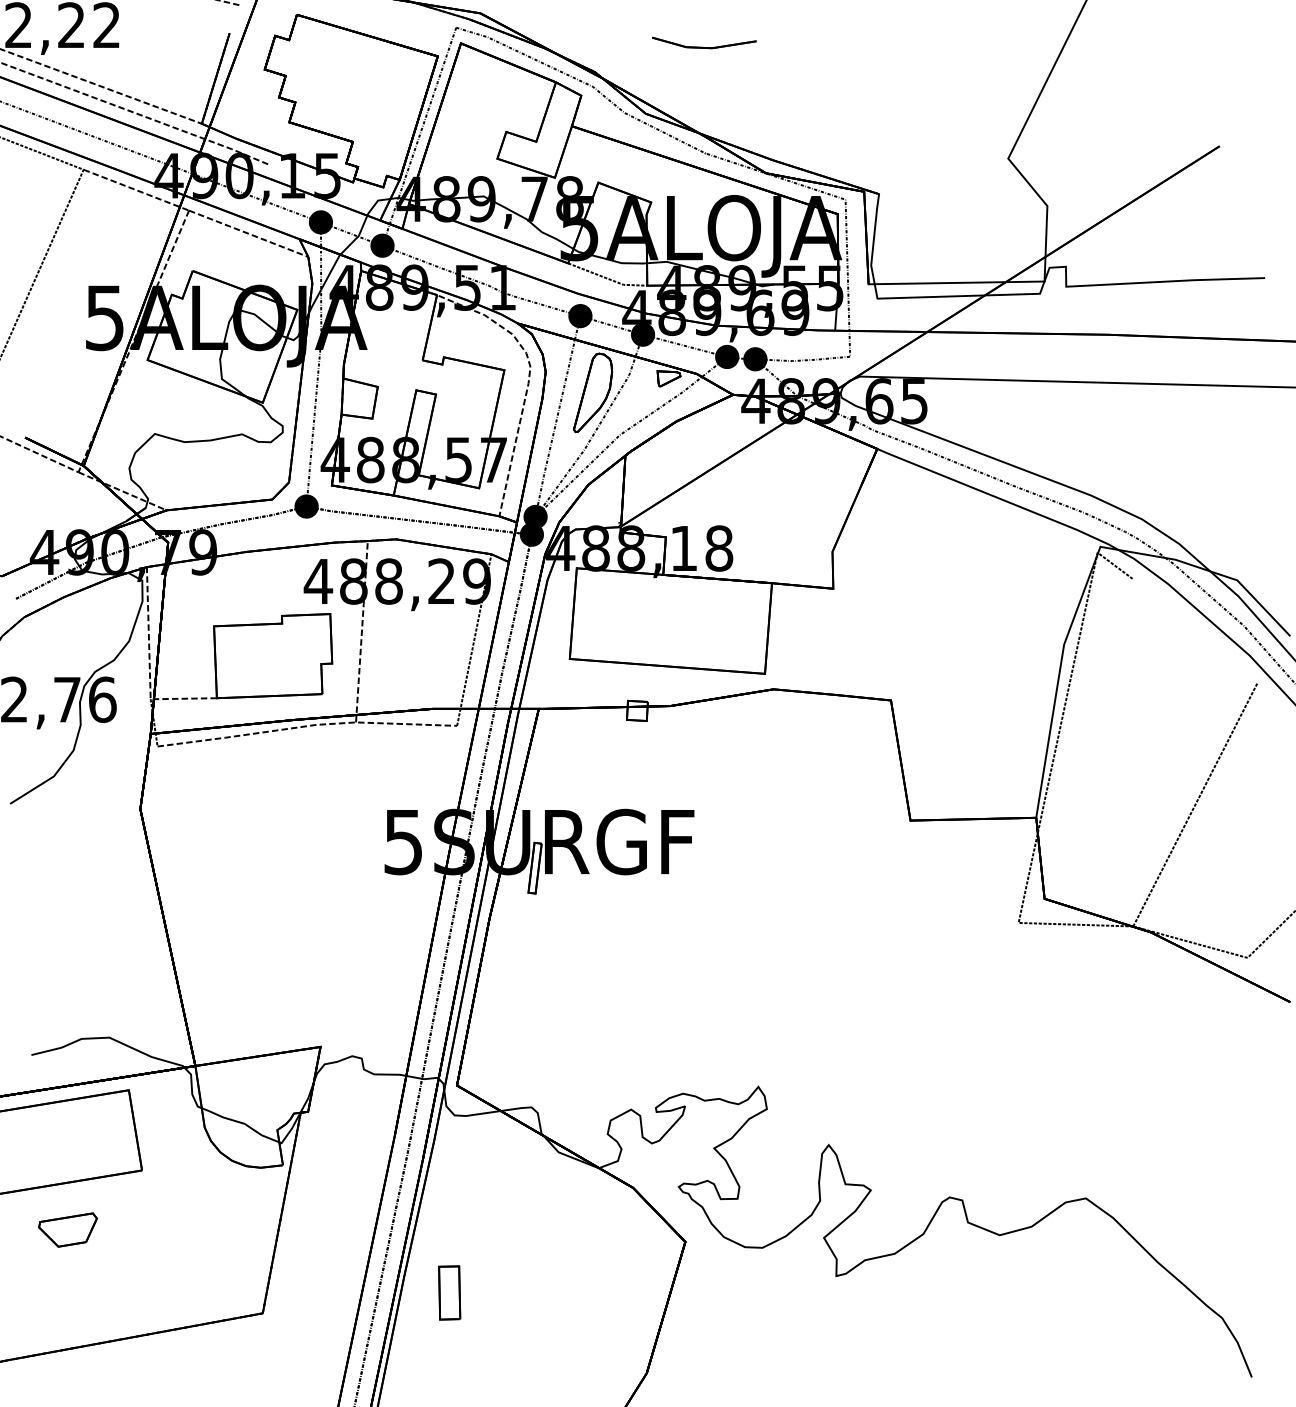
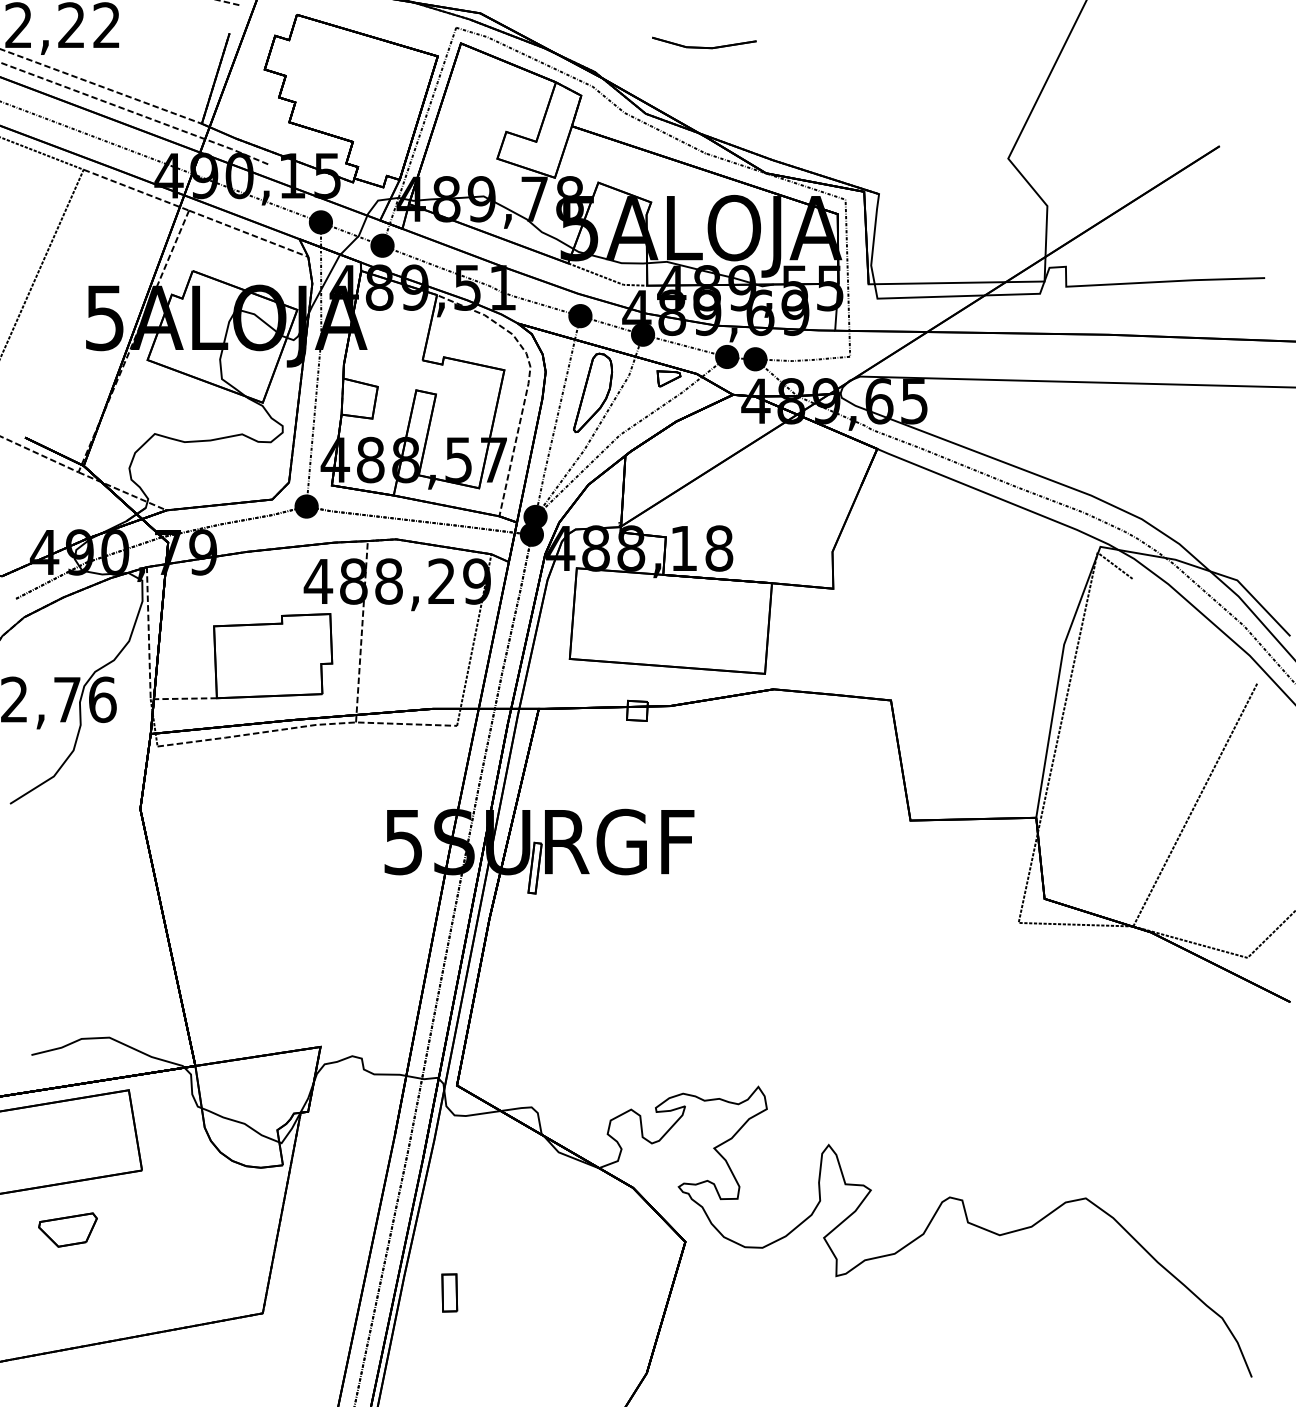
part at (449, 1292) size: 24x56 px -> 18x40 px
